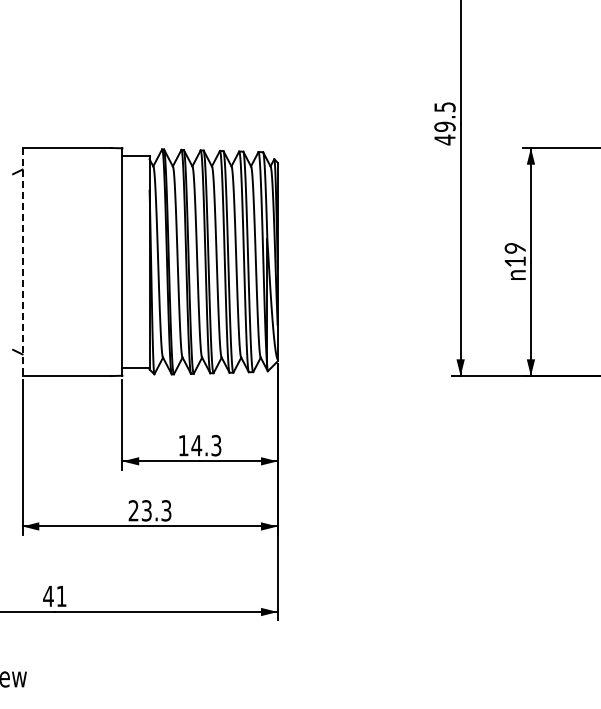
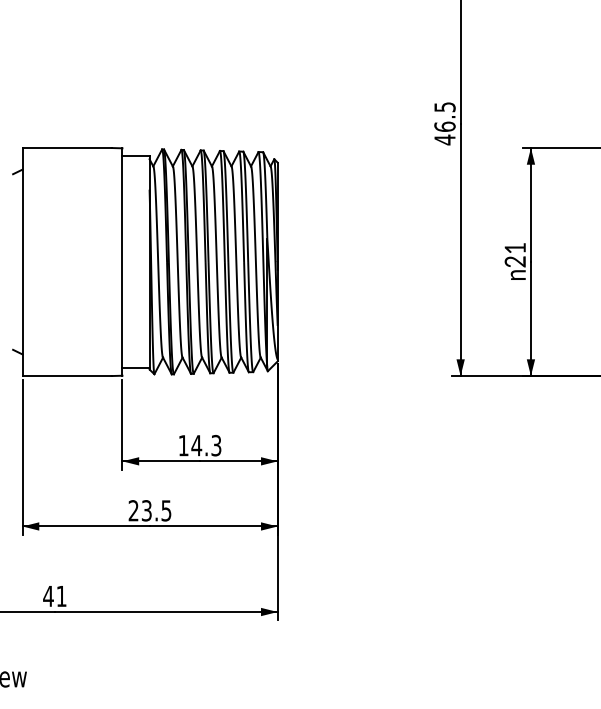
text at (444, 126): 49.5 -> 46.5
text at (514, 255): 19 -> 21
line at (22, 262): dashed -> solid
text at (166, 510): 23.3 -> 23.5
